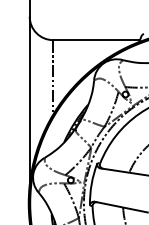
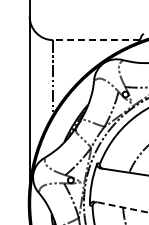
line at (96, 40): solid -> dashed
line at (120, 207): solid -> dashed
